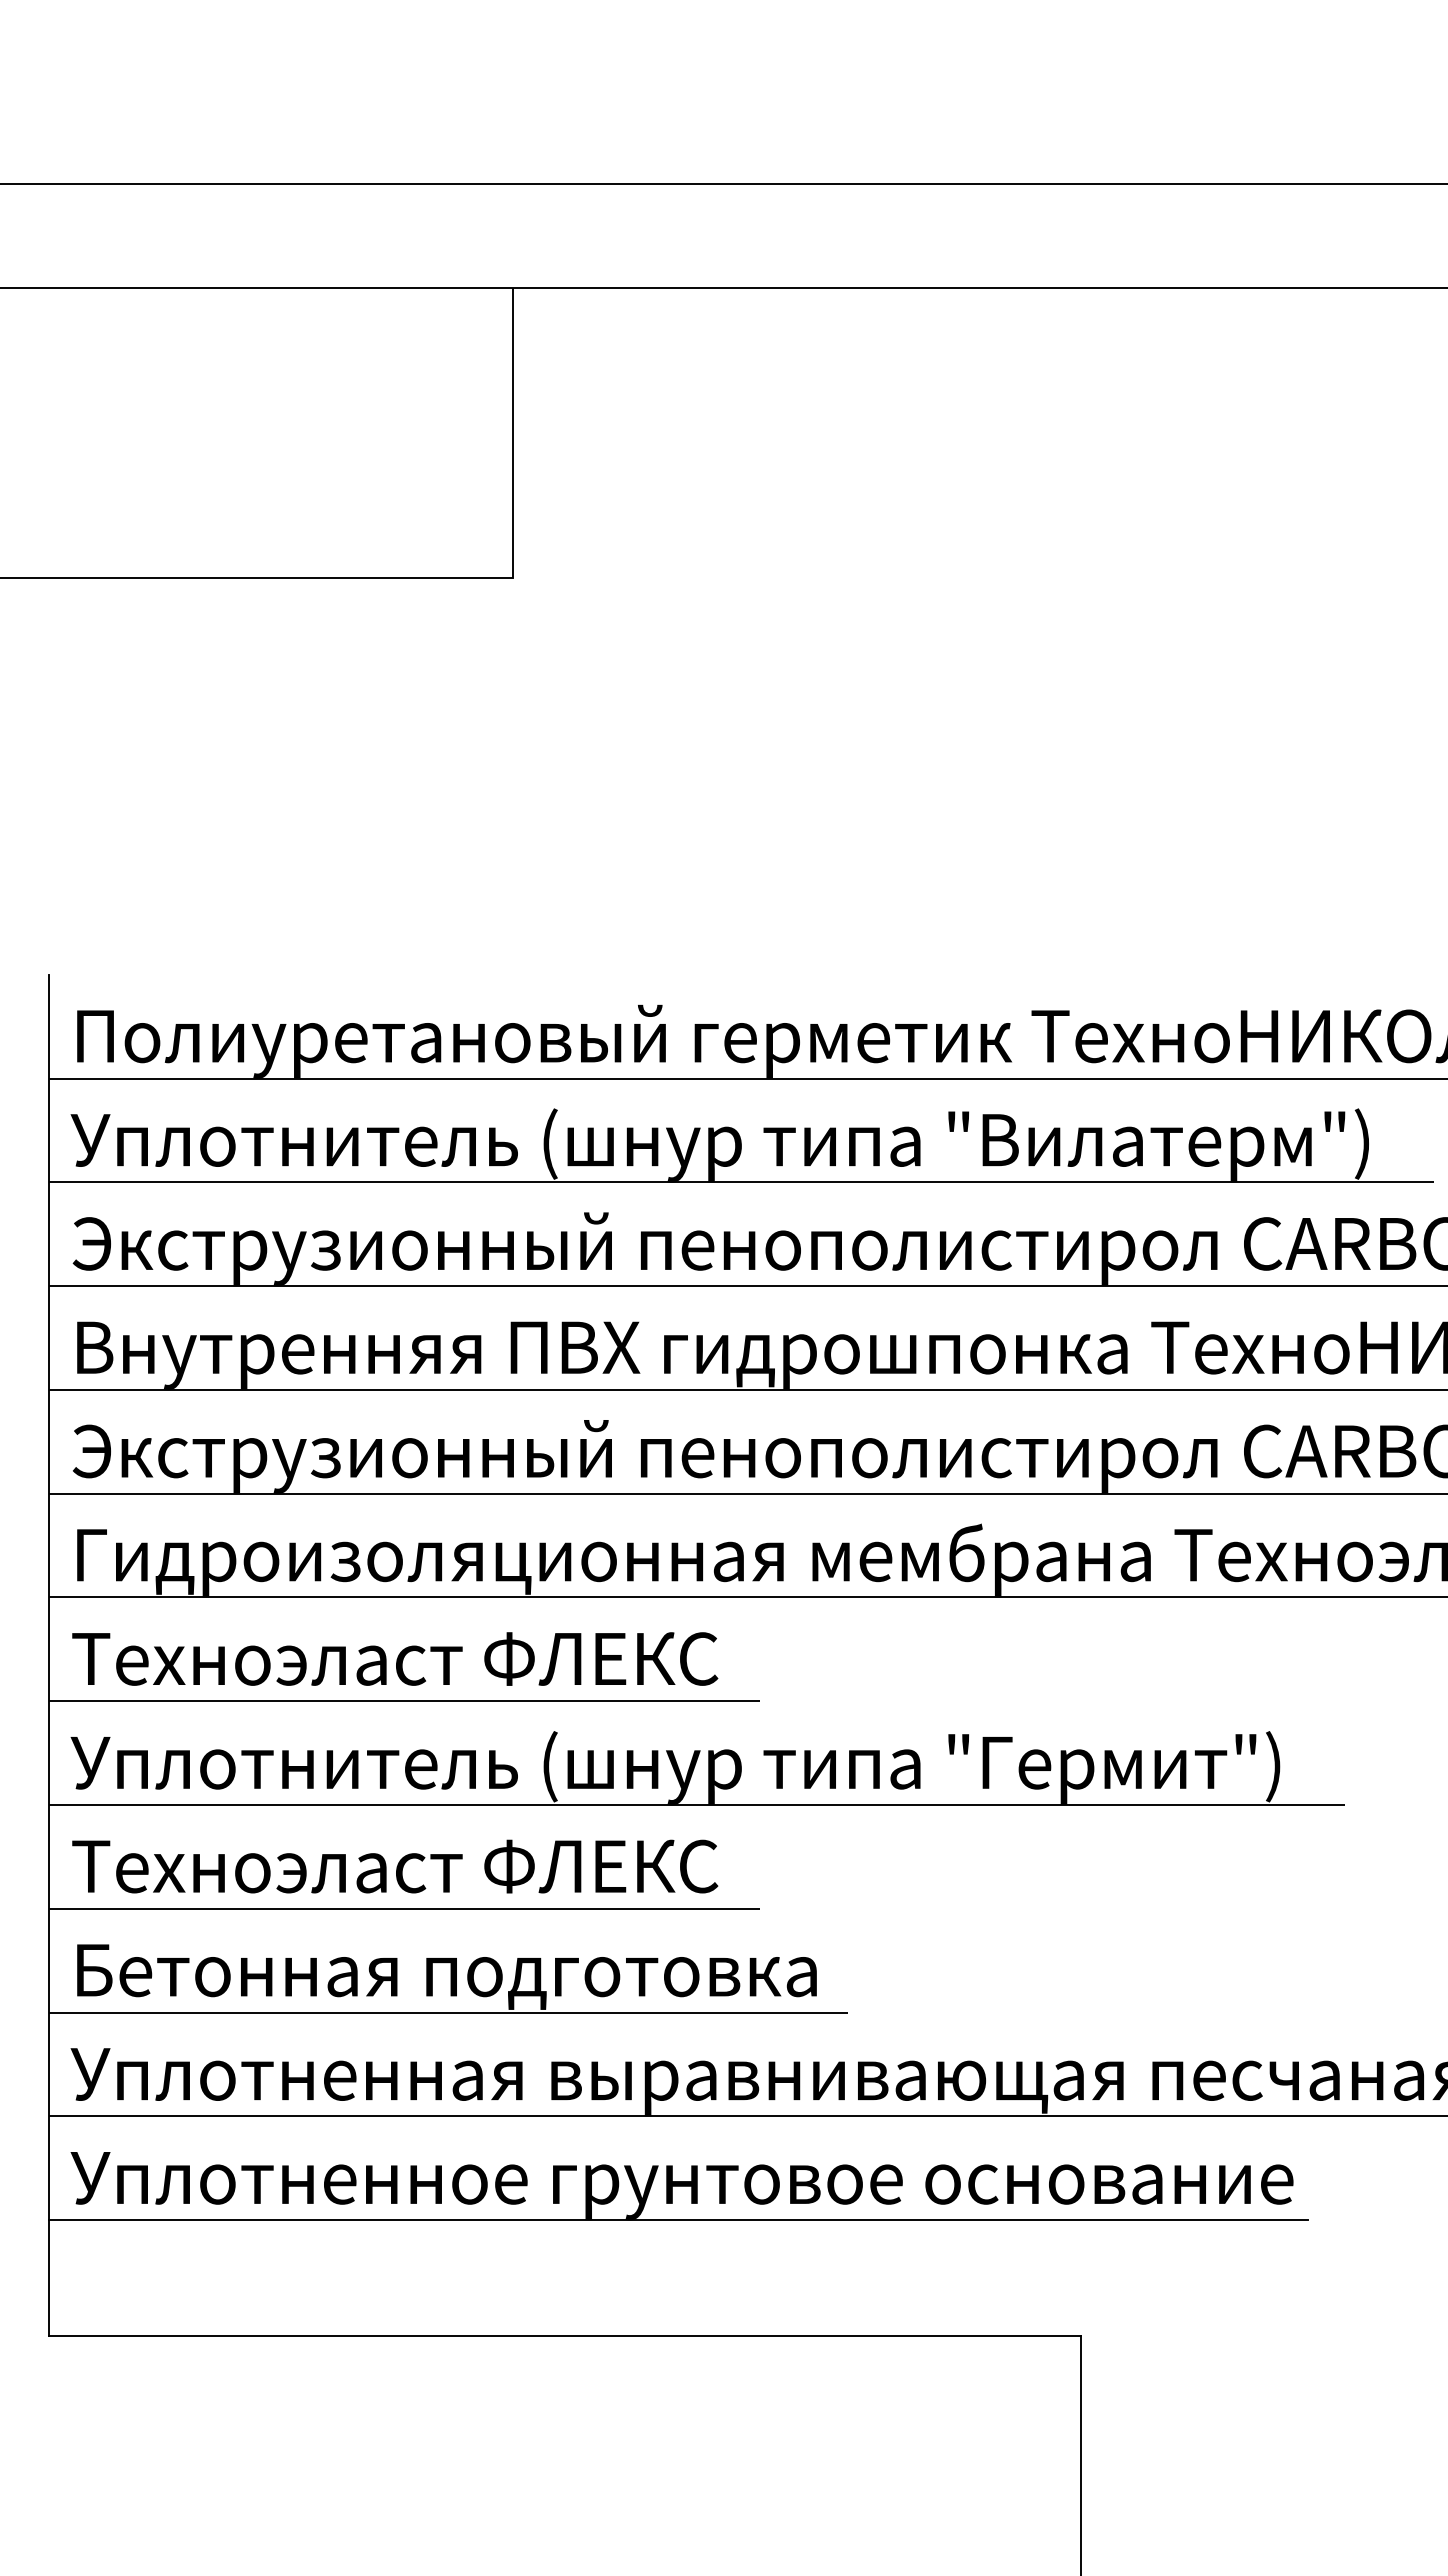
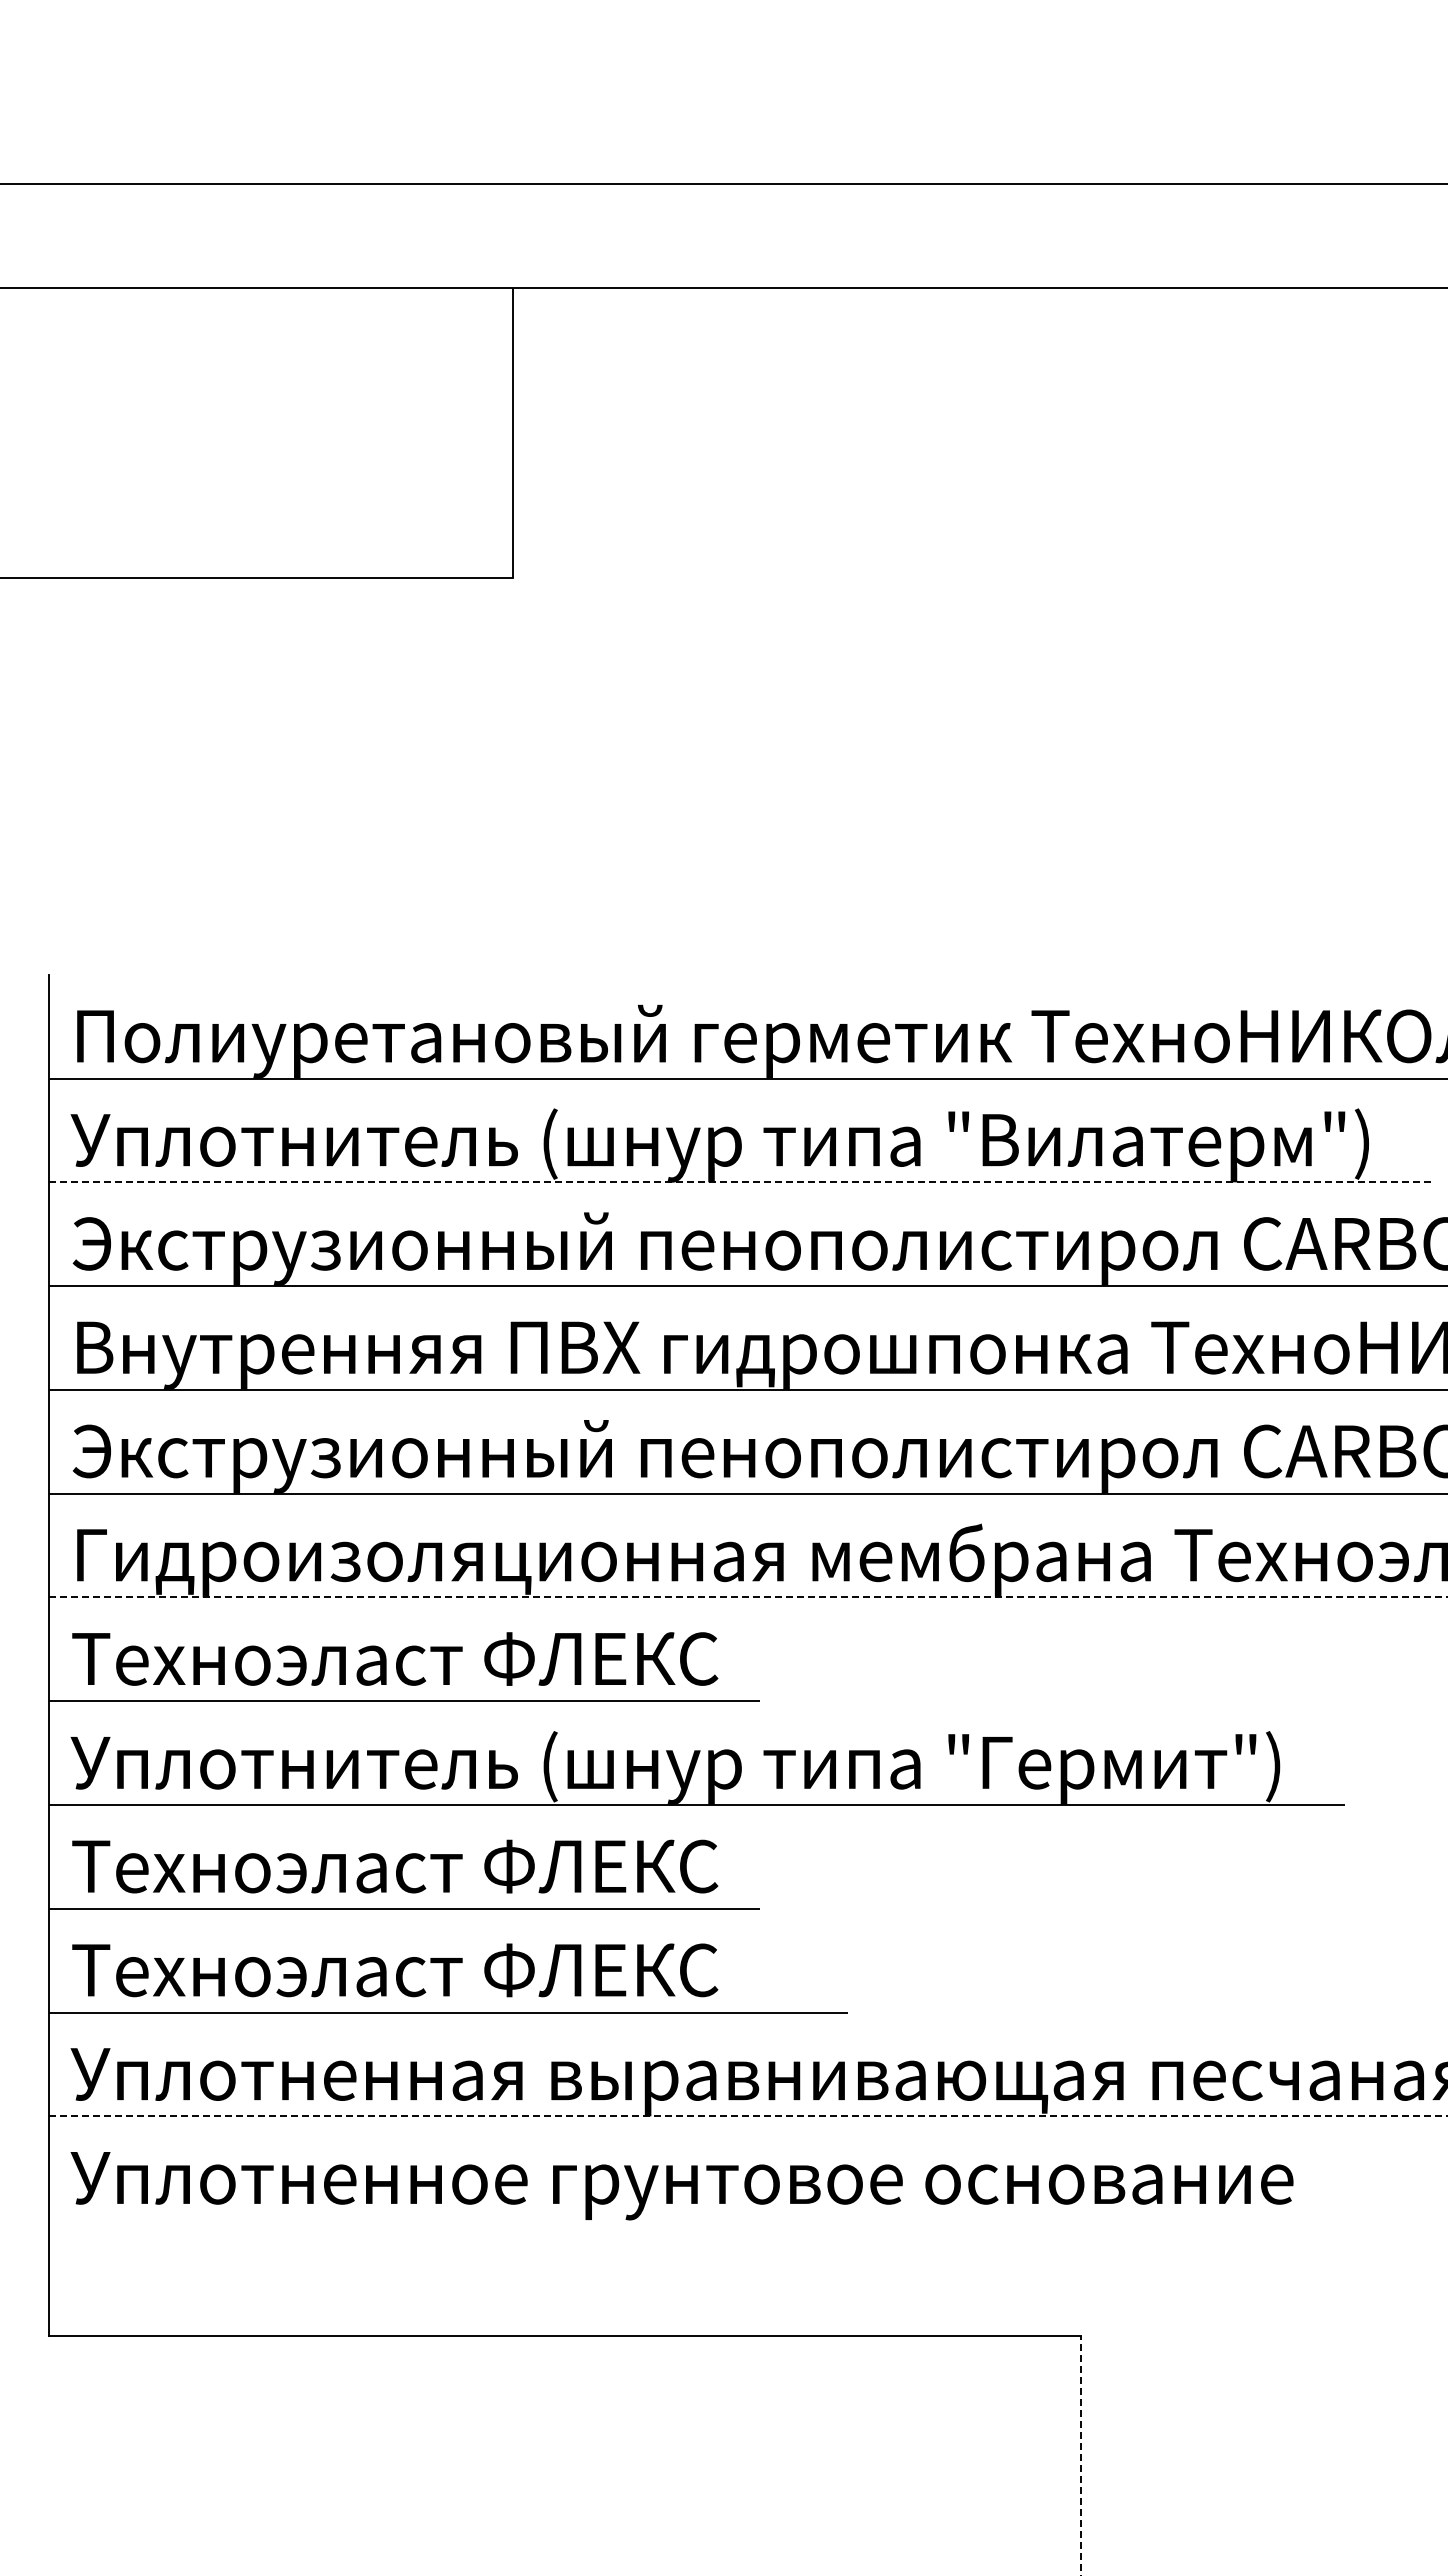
line at (742, 1182): solid -> dashed
line at (748, 1597): solid -> dashed
text at (444, 1976): Бетонная подготовка -> Техноэласт ФЛЕКС
line at (748, 2116): solid -> dashed
line at (678, 2220): present -> none
line at (1081, 2455): solid -> dashed
